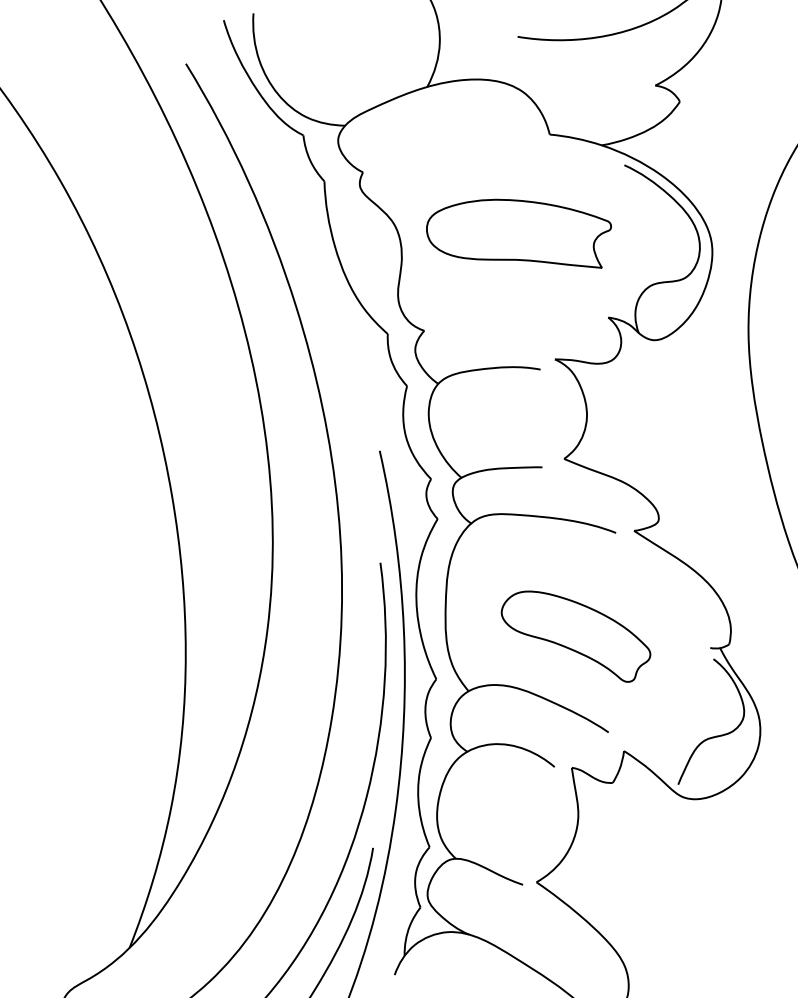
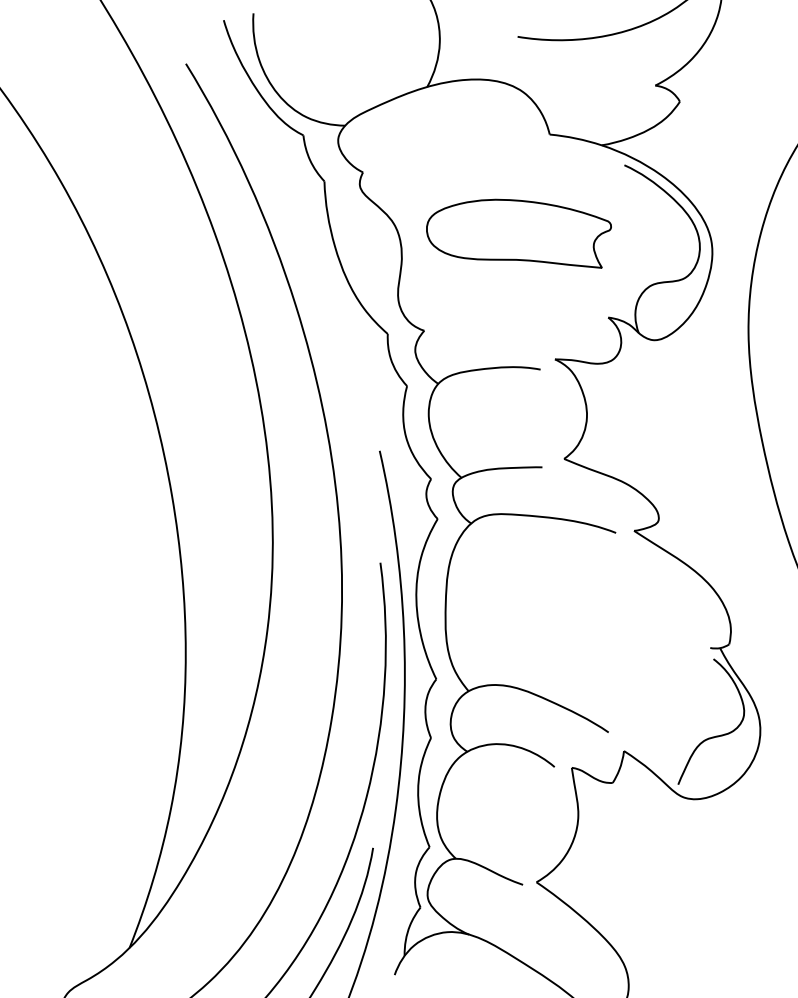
part at (575, 636): present -> none
